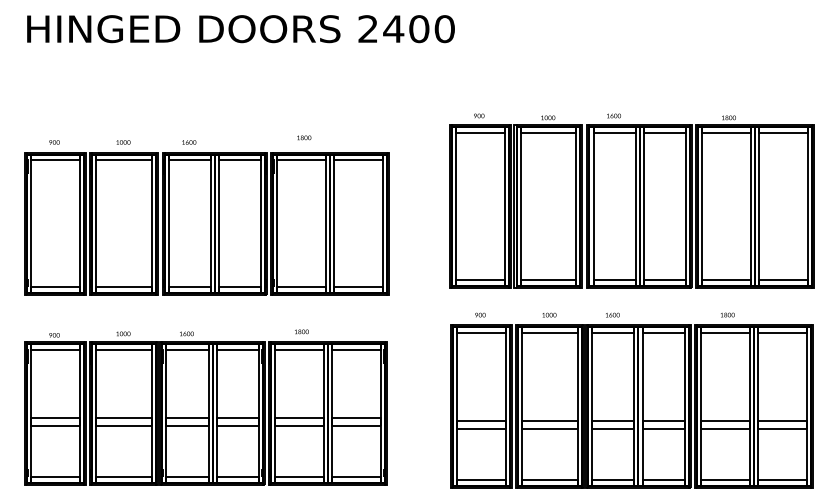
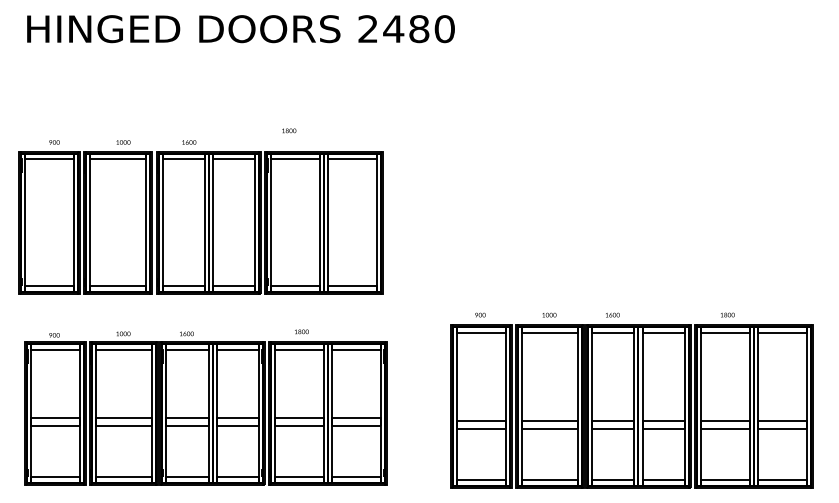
text at (419, 28): 2400 -> 2480
text at (304, 137) position: (304, 137) -> (289, 130)
part at (631, 200): present -> none
part at (206, 223) position: (206, 223) -> (200, 222)
